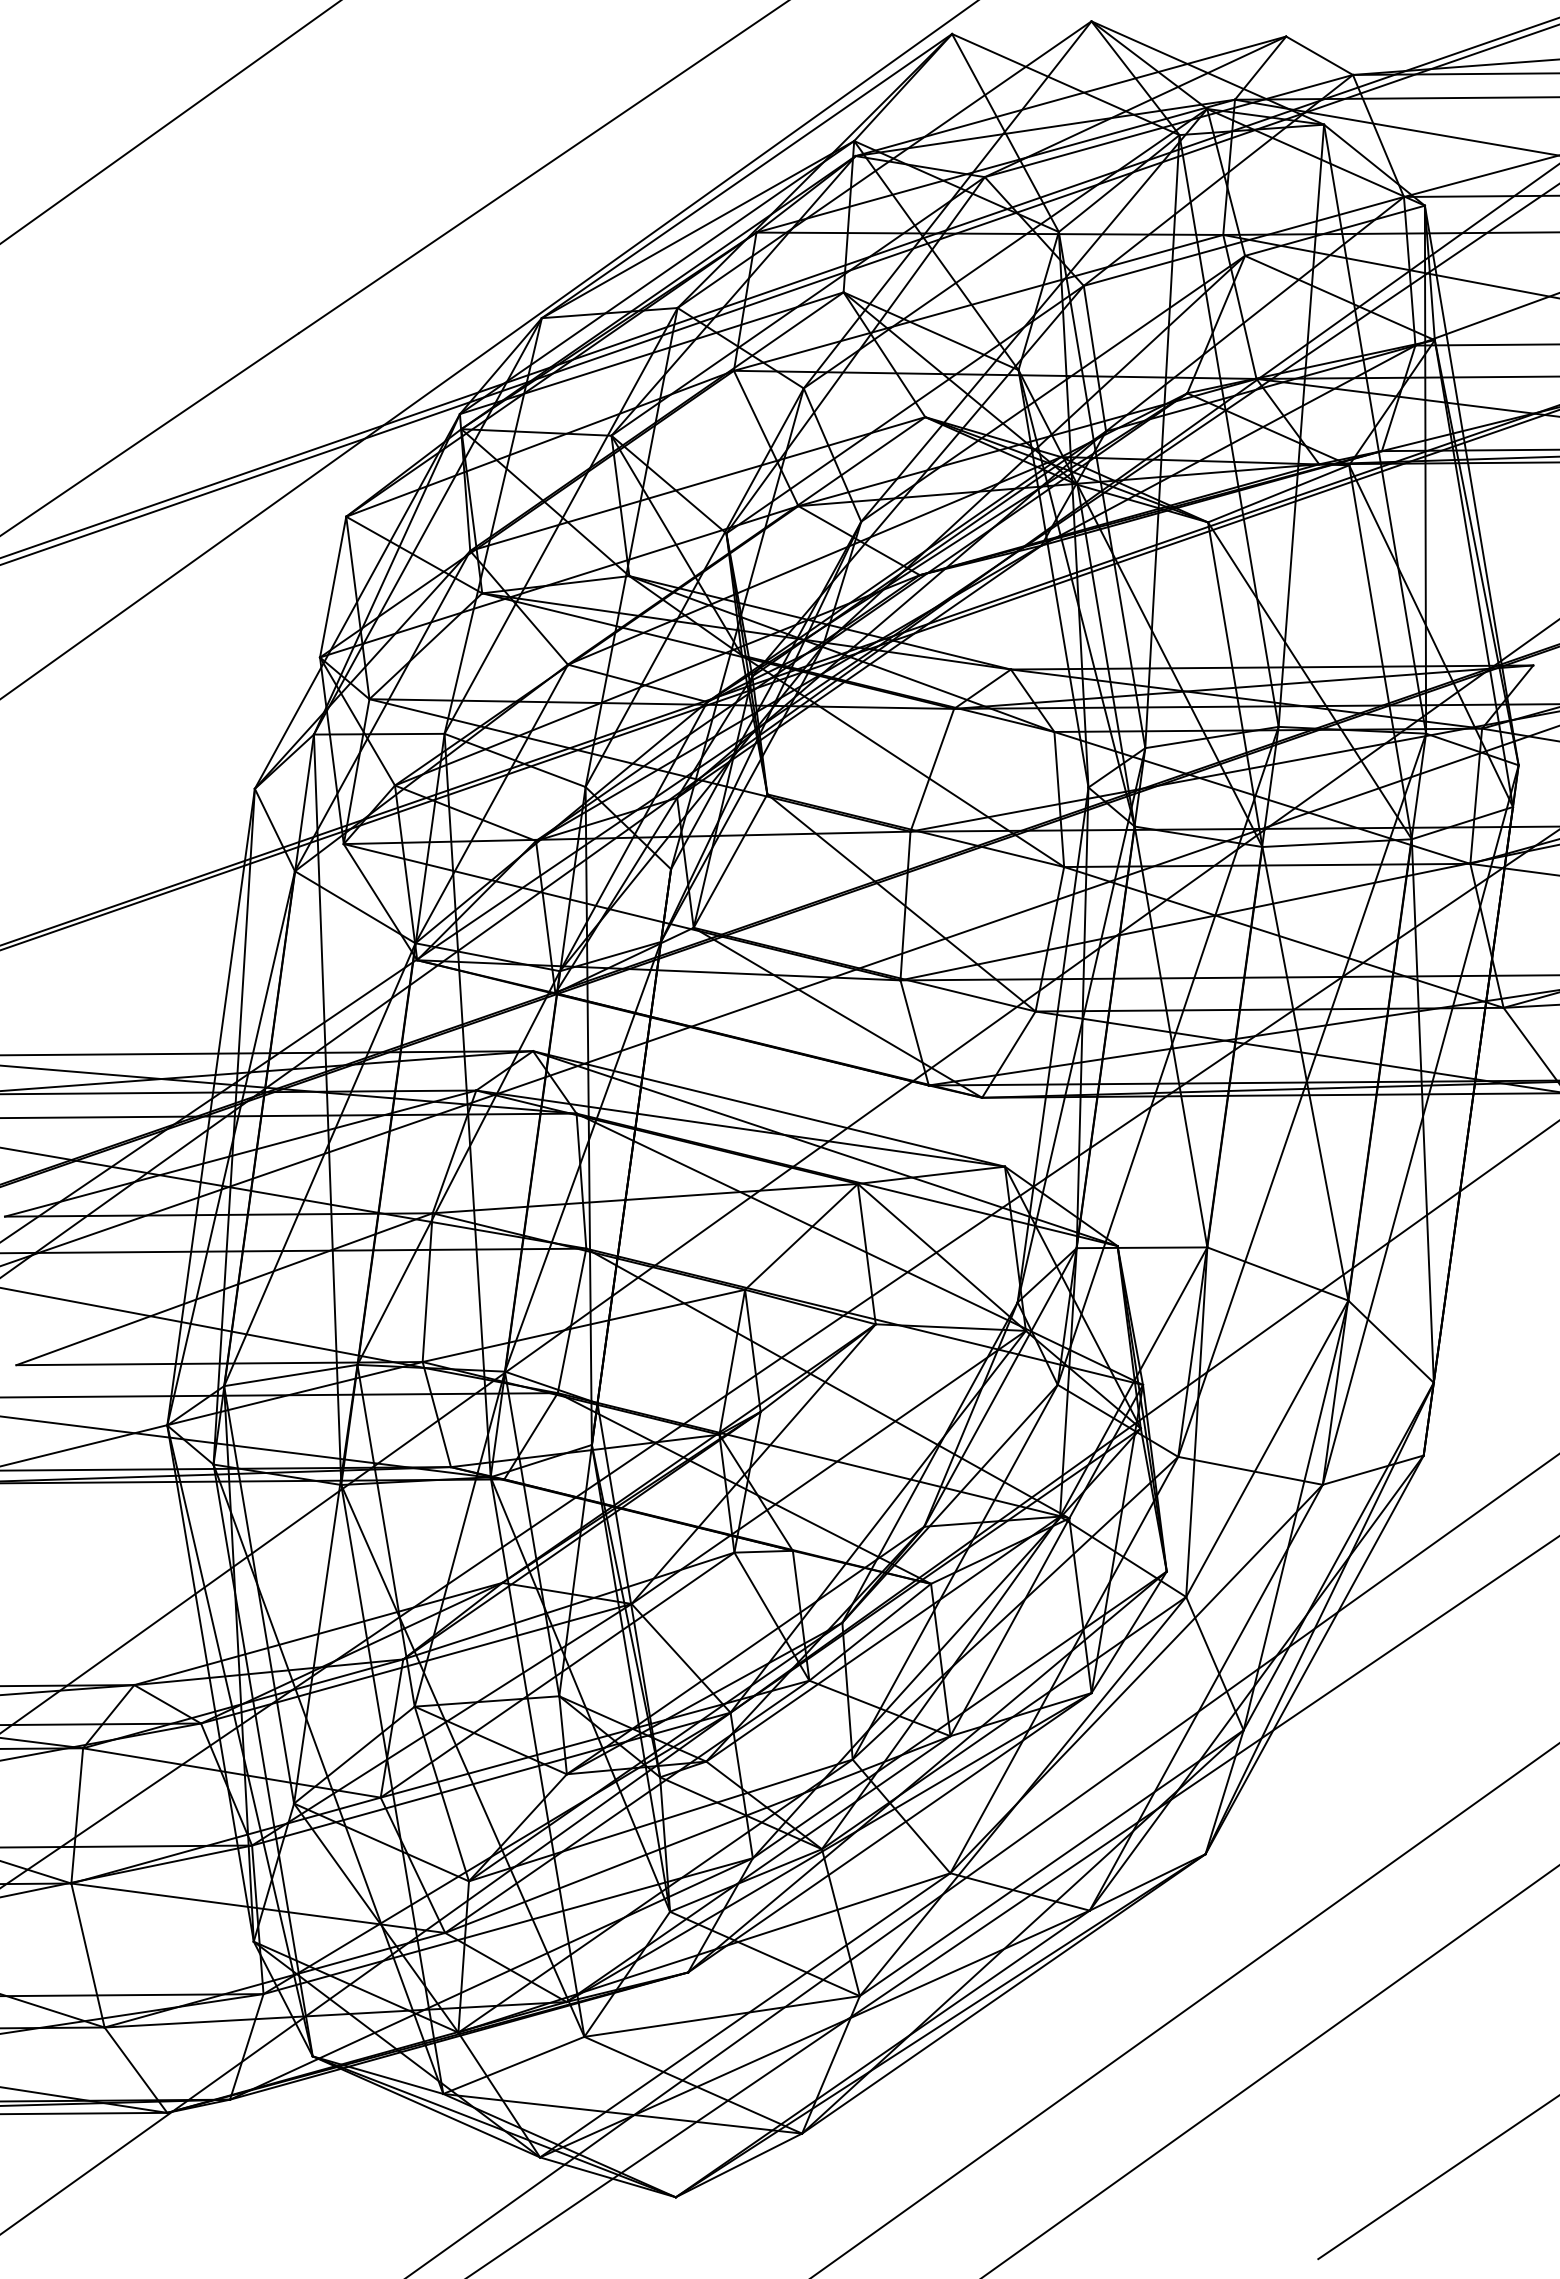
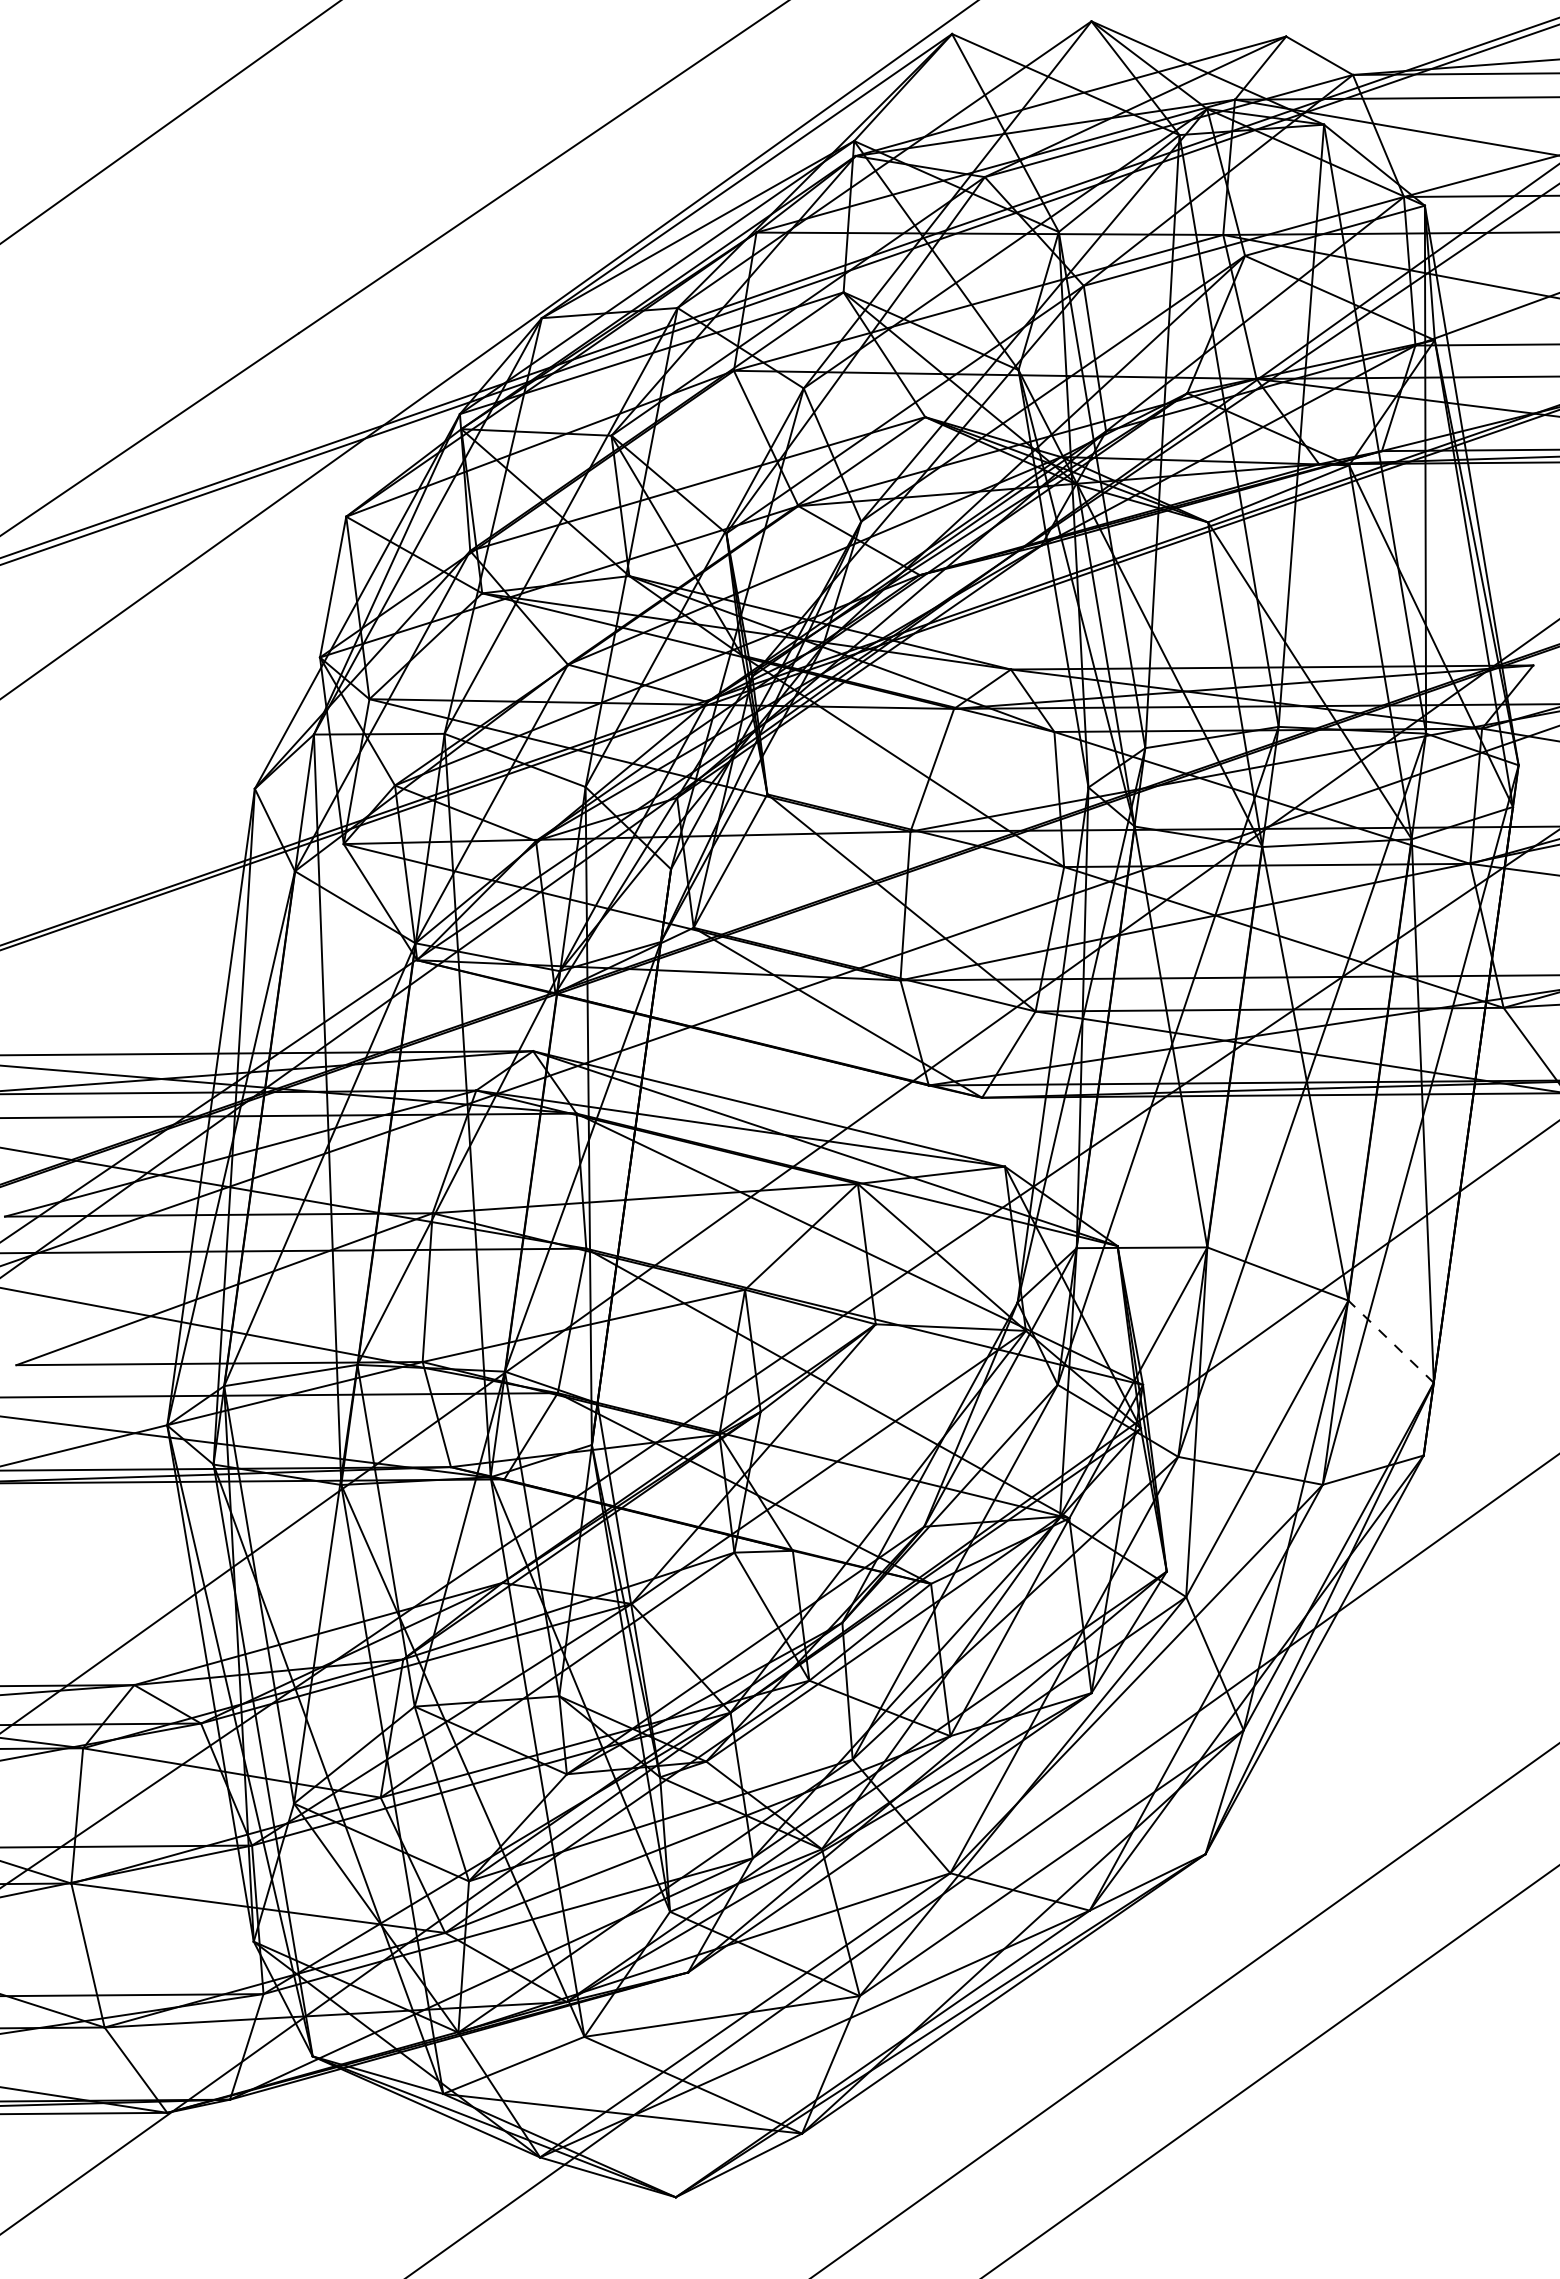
line at (1390, 1341): solid -> dashed
line at (1012, 1906): present -> none
line at (1437, 2178): present -> none
